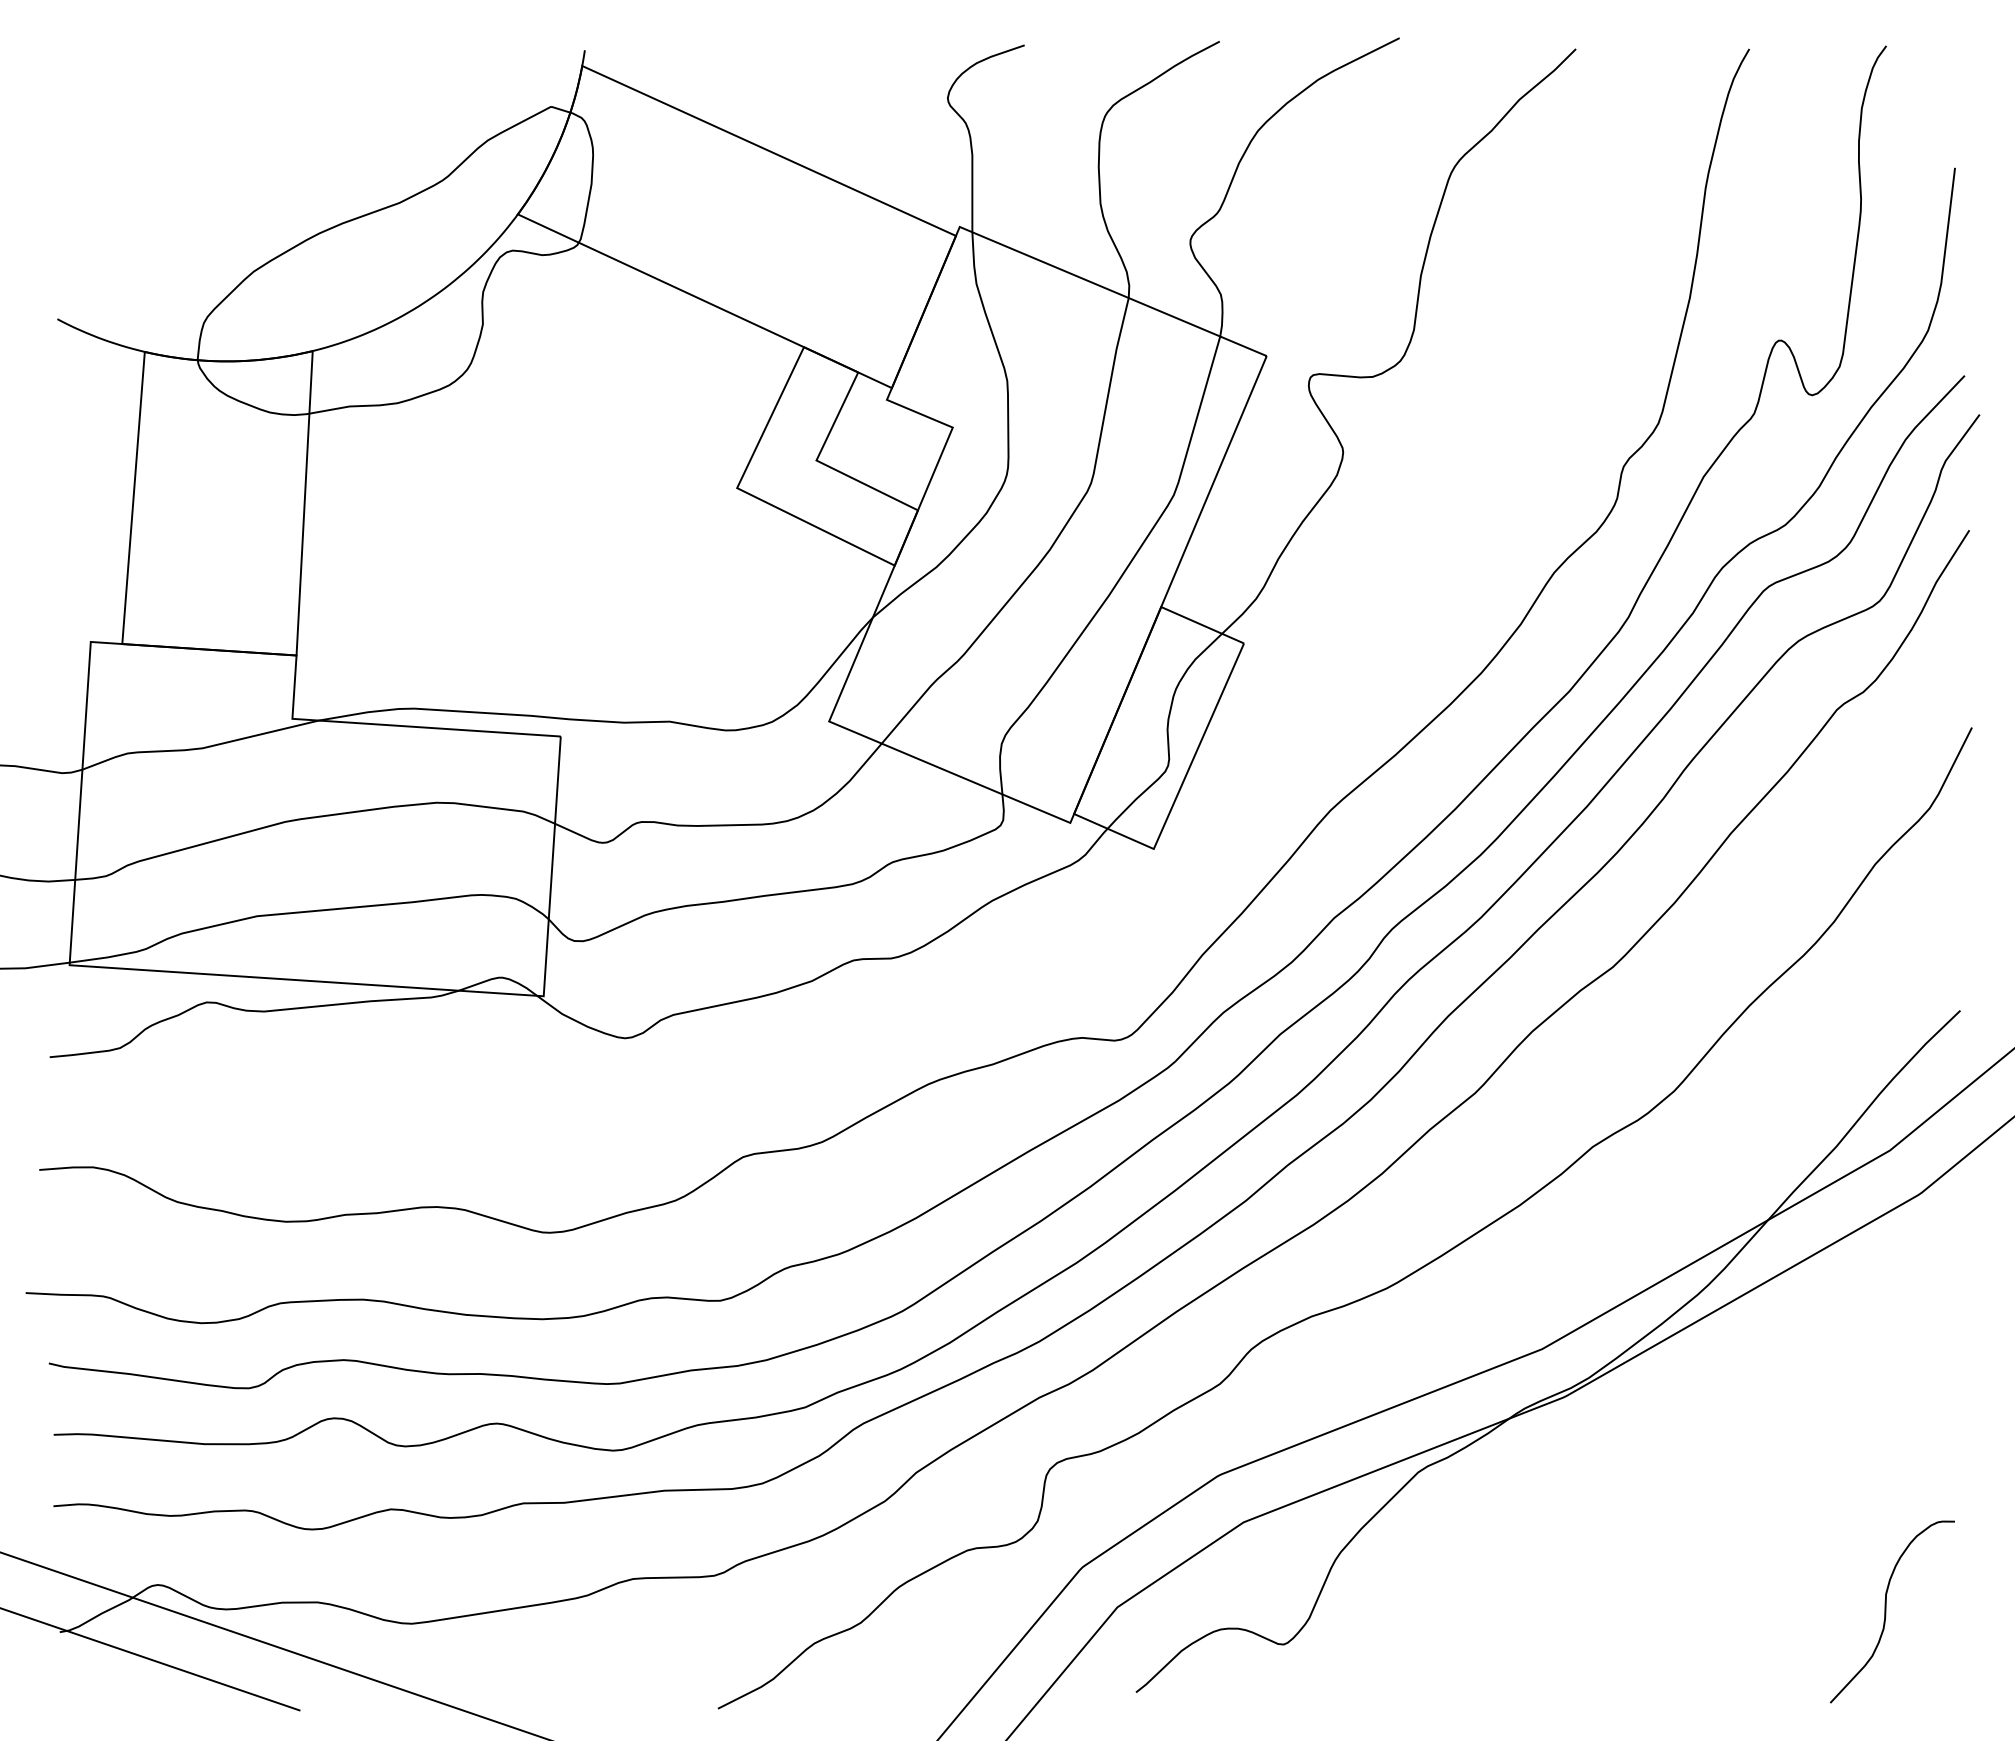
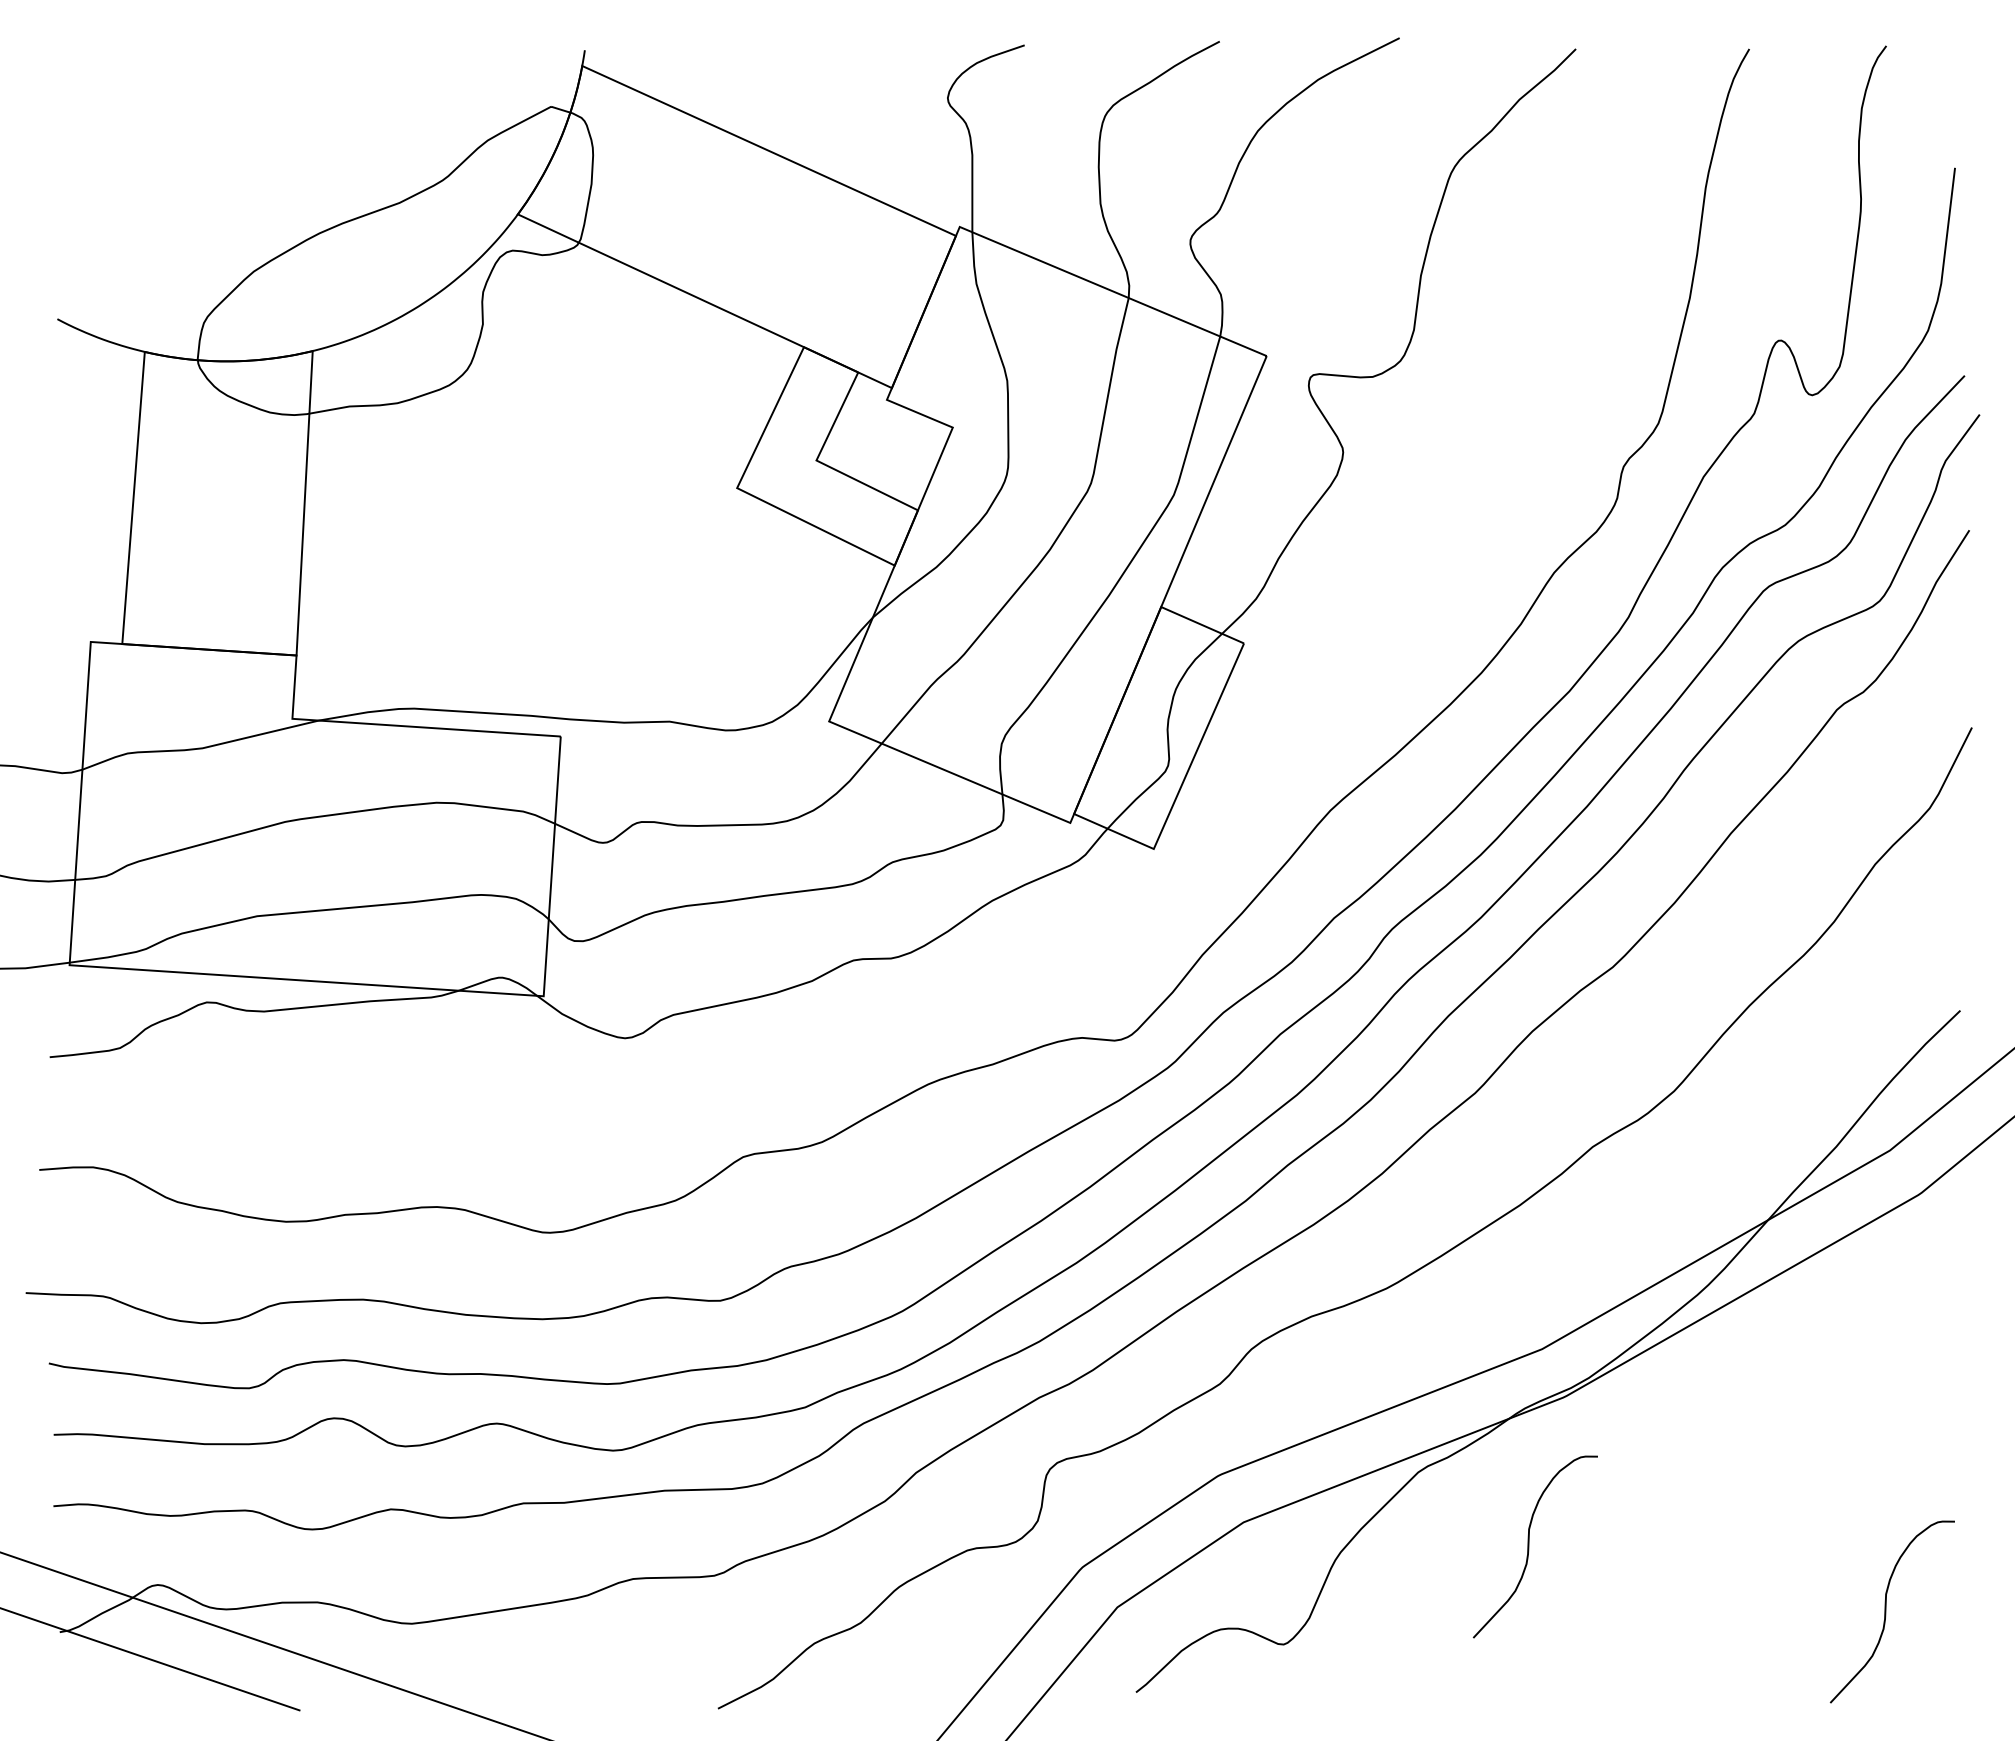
curve at (1529, 1546): none -> present
